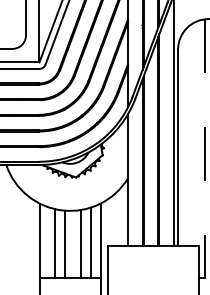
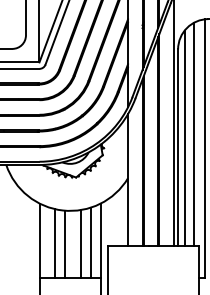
line at (194, 133): none -> present
line at (184, 137): none -> present
line at (205, 148): dashed -> solid
